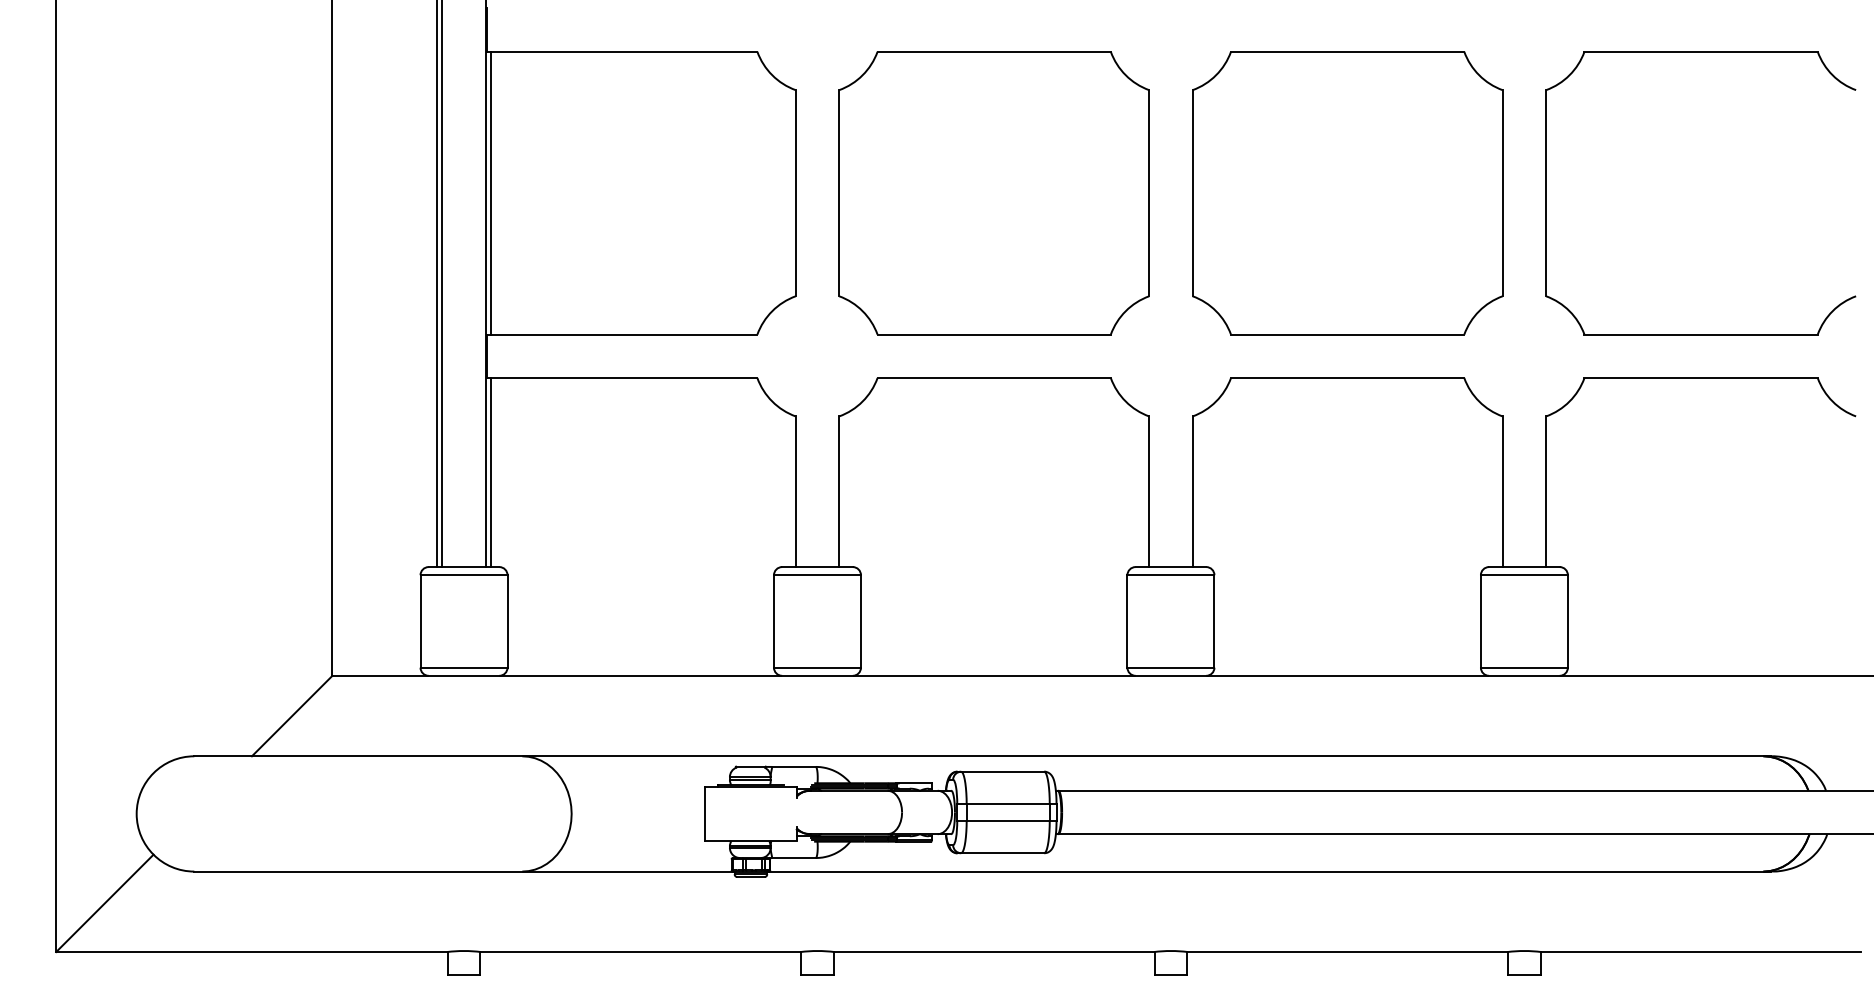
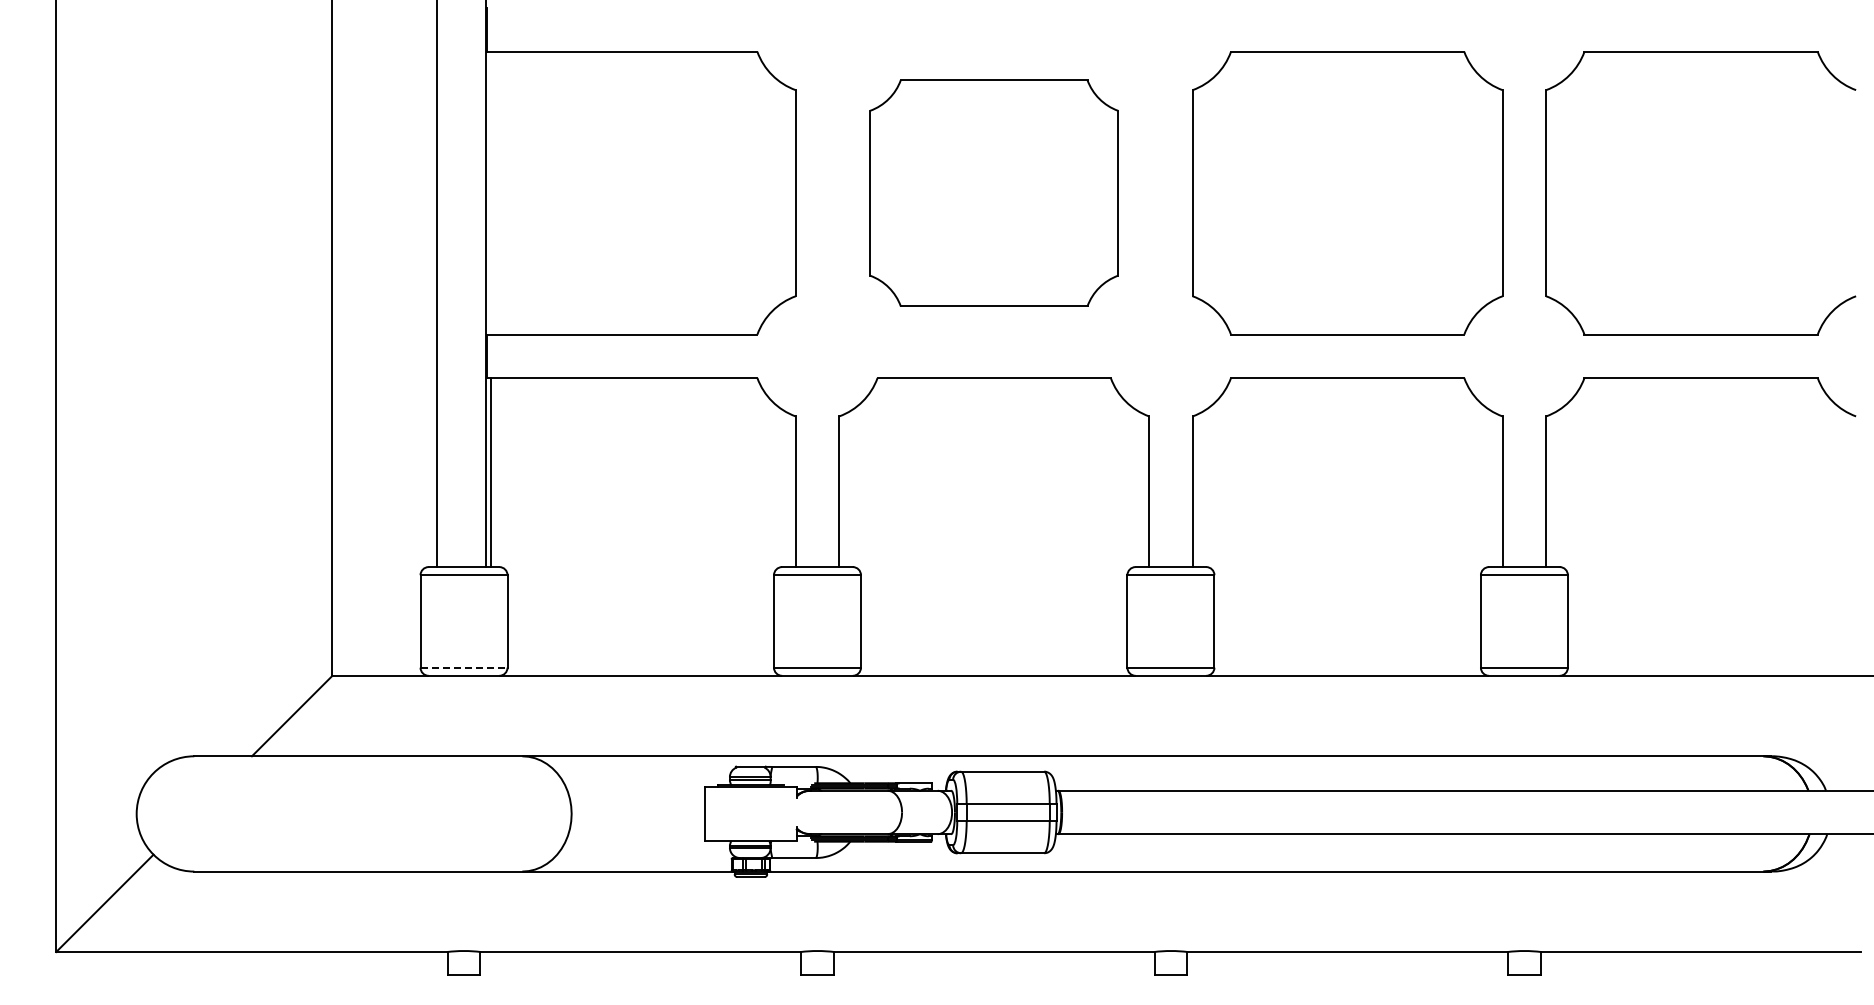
line at (490, 192): present -> none
part at (993, 193) size: 312x285 px -> 250x228 px
line at (442, 284): present -> none
line at (464, 667): solid -> dashed
